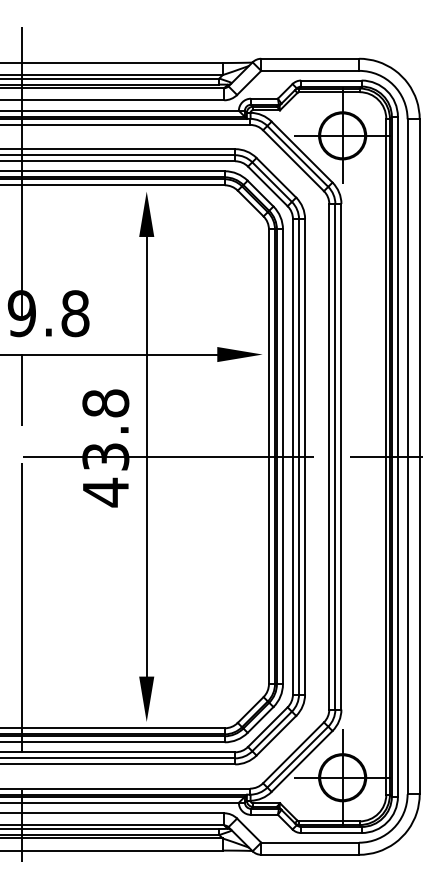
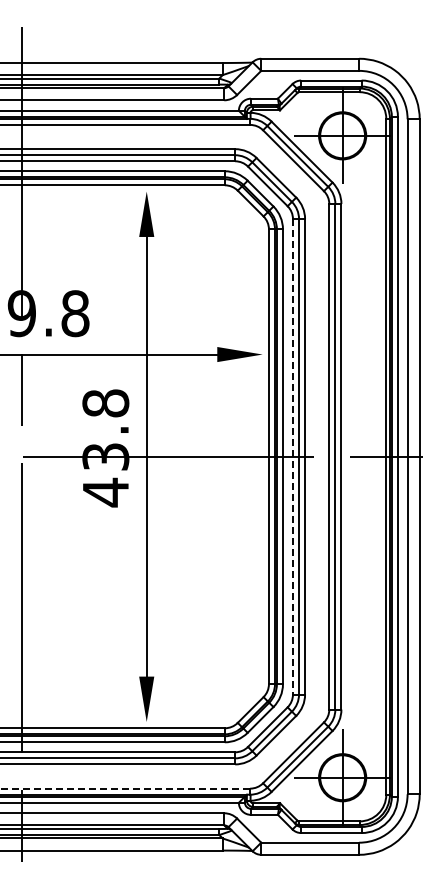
line at (292, 456): solid -> dashed
line at (125, 788): solid -> dashed
